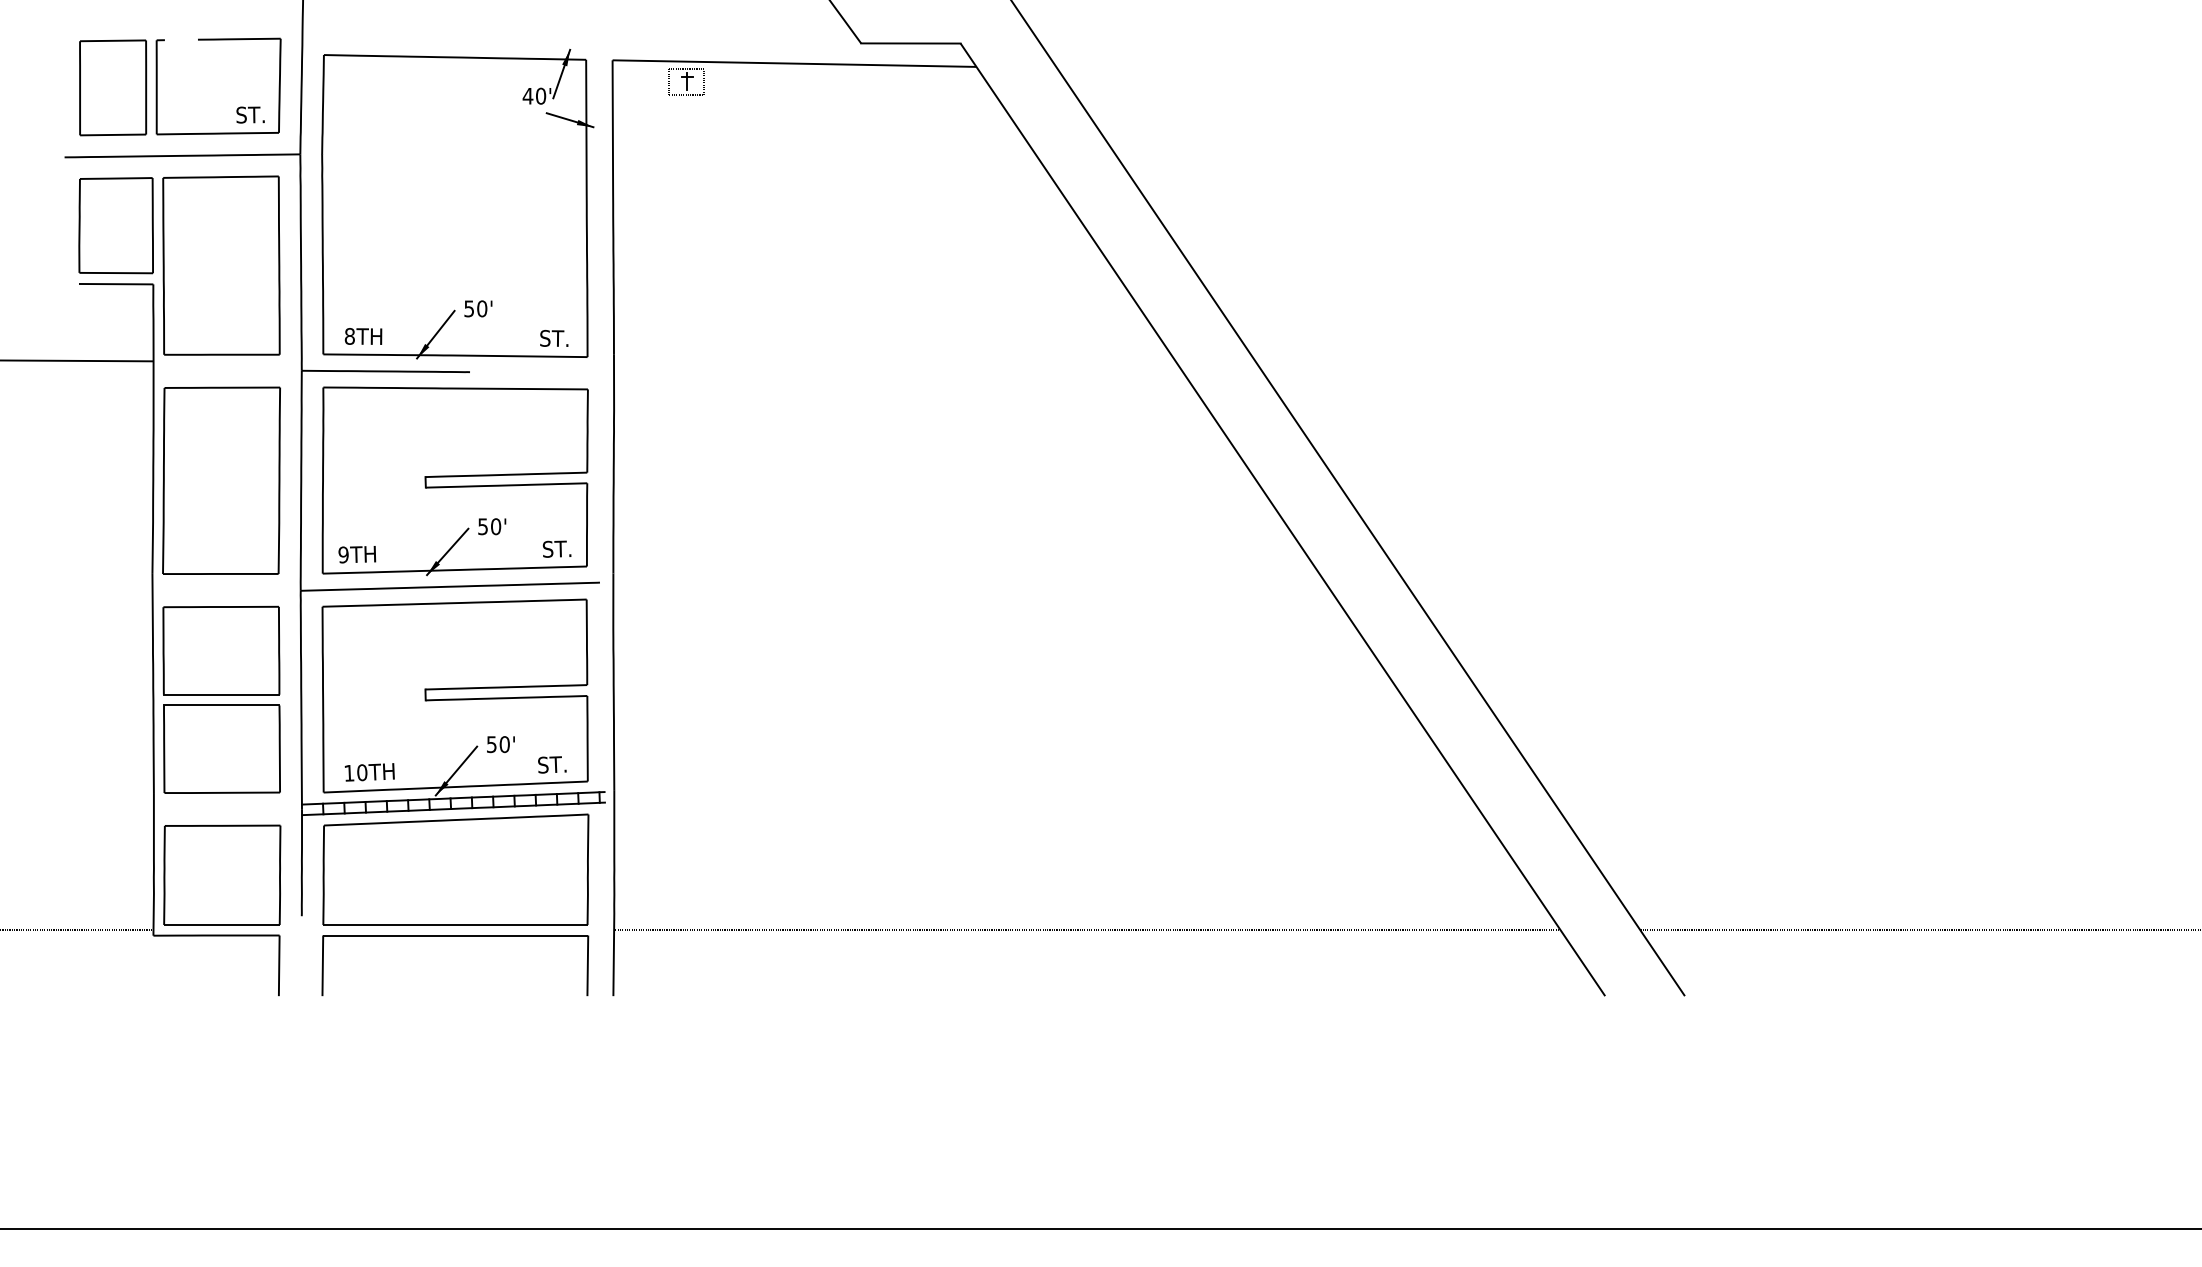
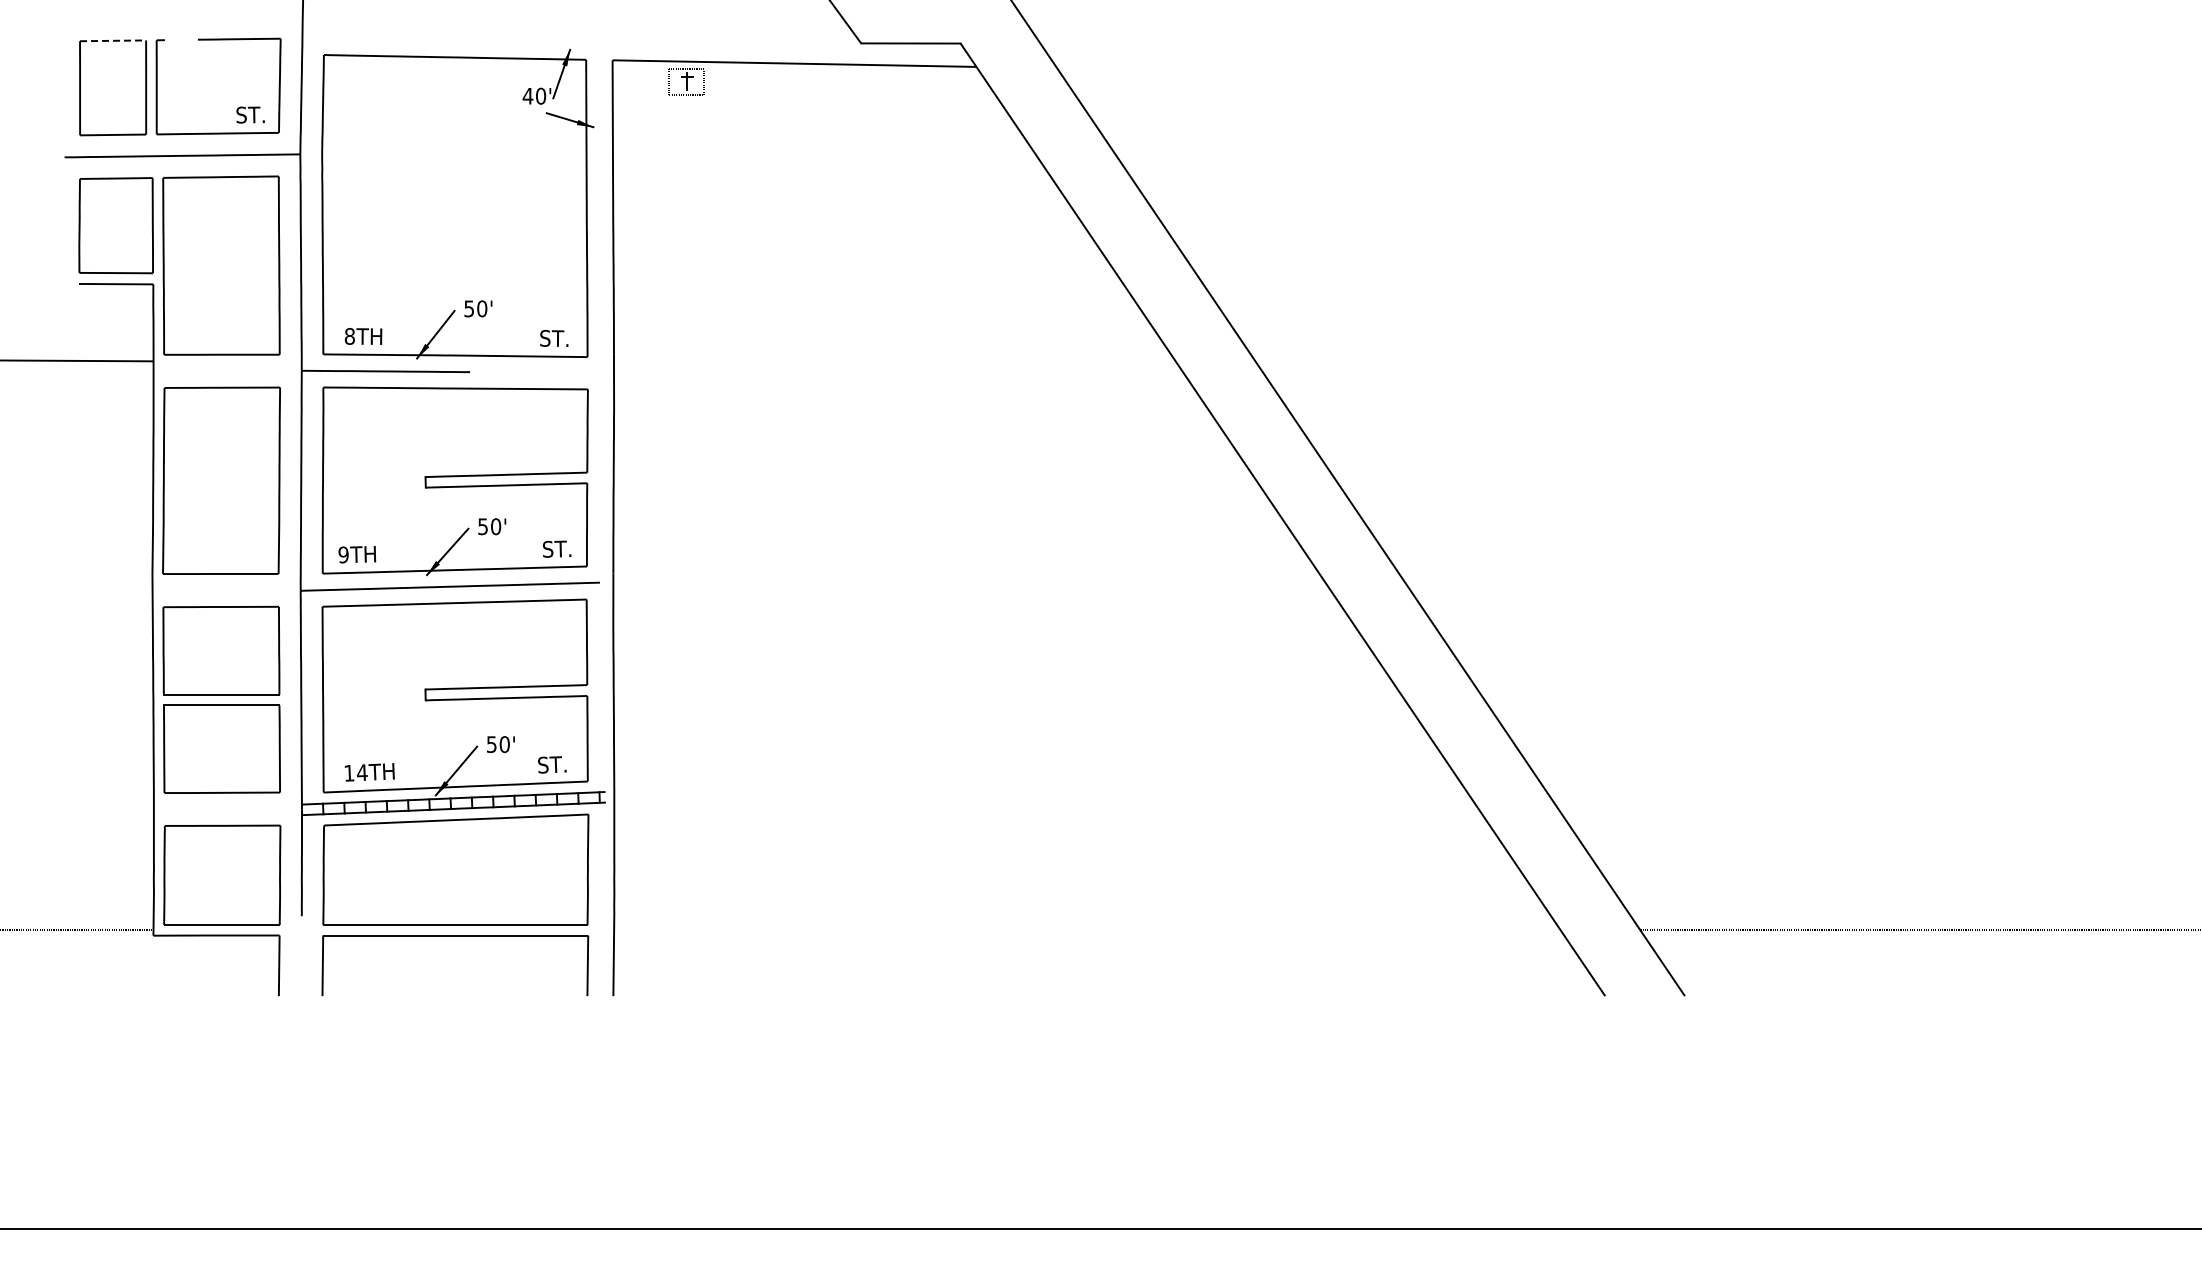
line at (113, 40): solid -> dashed
text at (362, 772): 10TH -> 14TH
line at (1087, 930): present -> none
